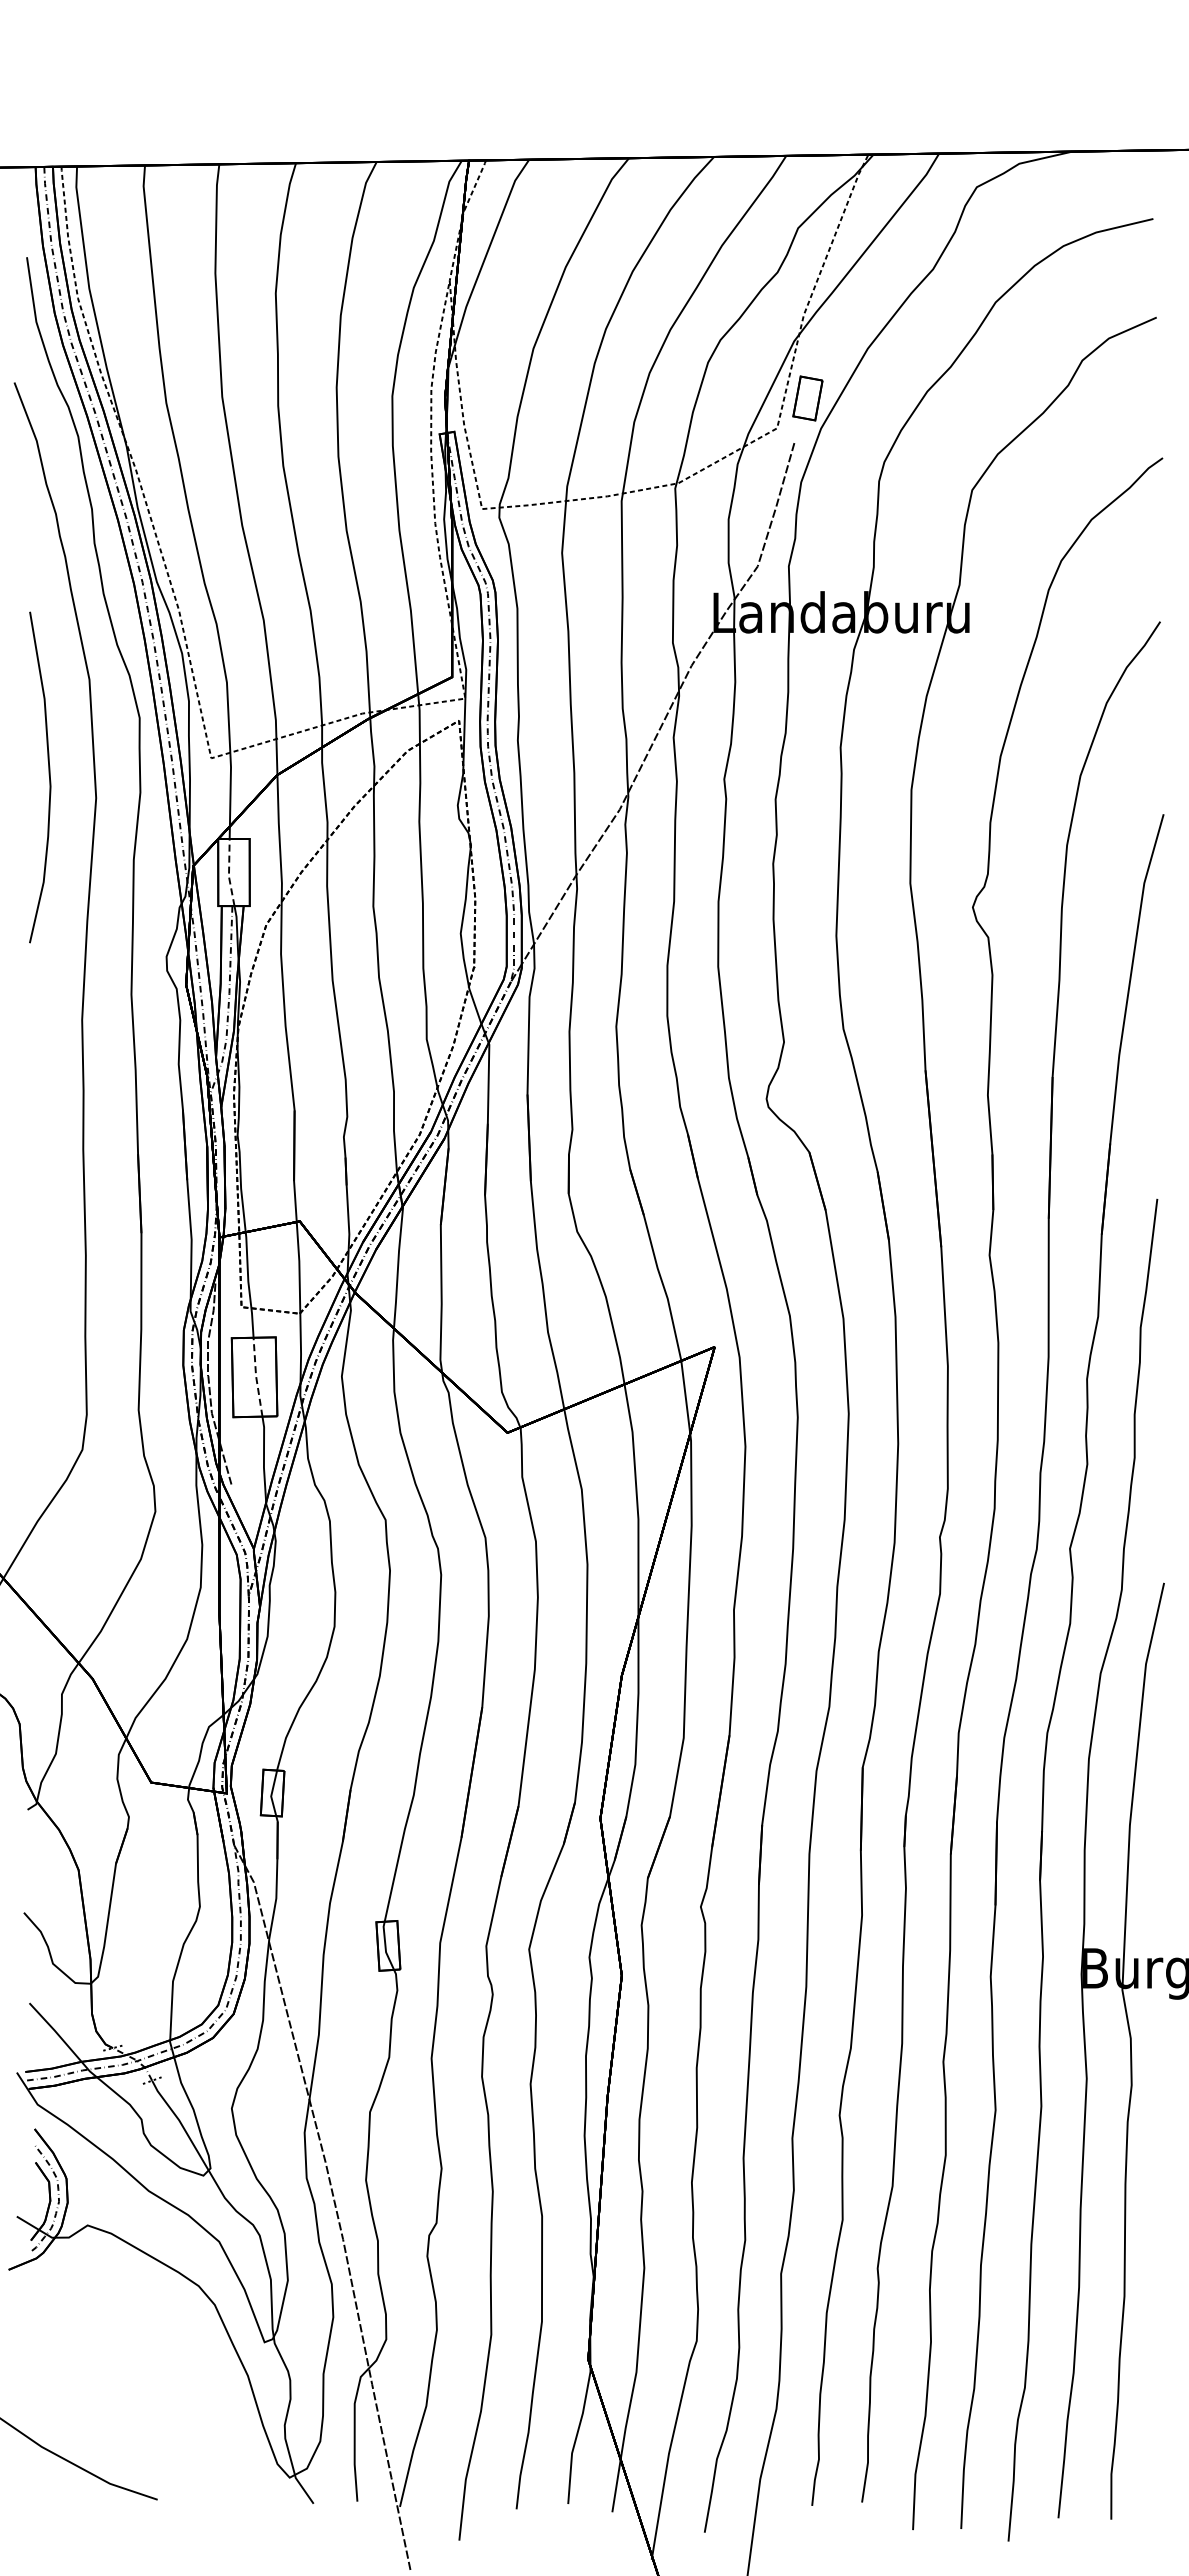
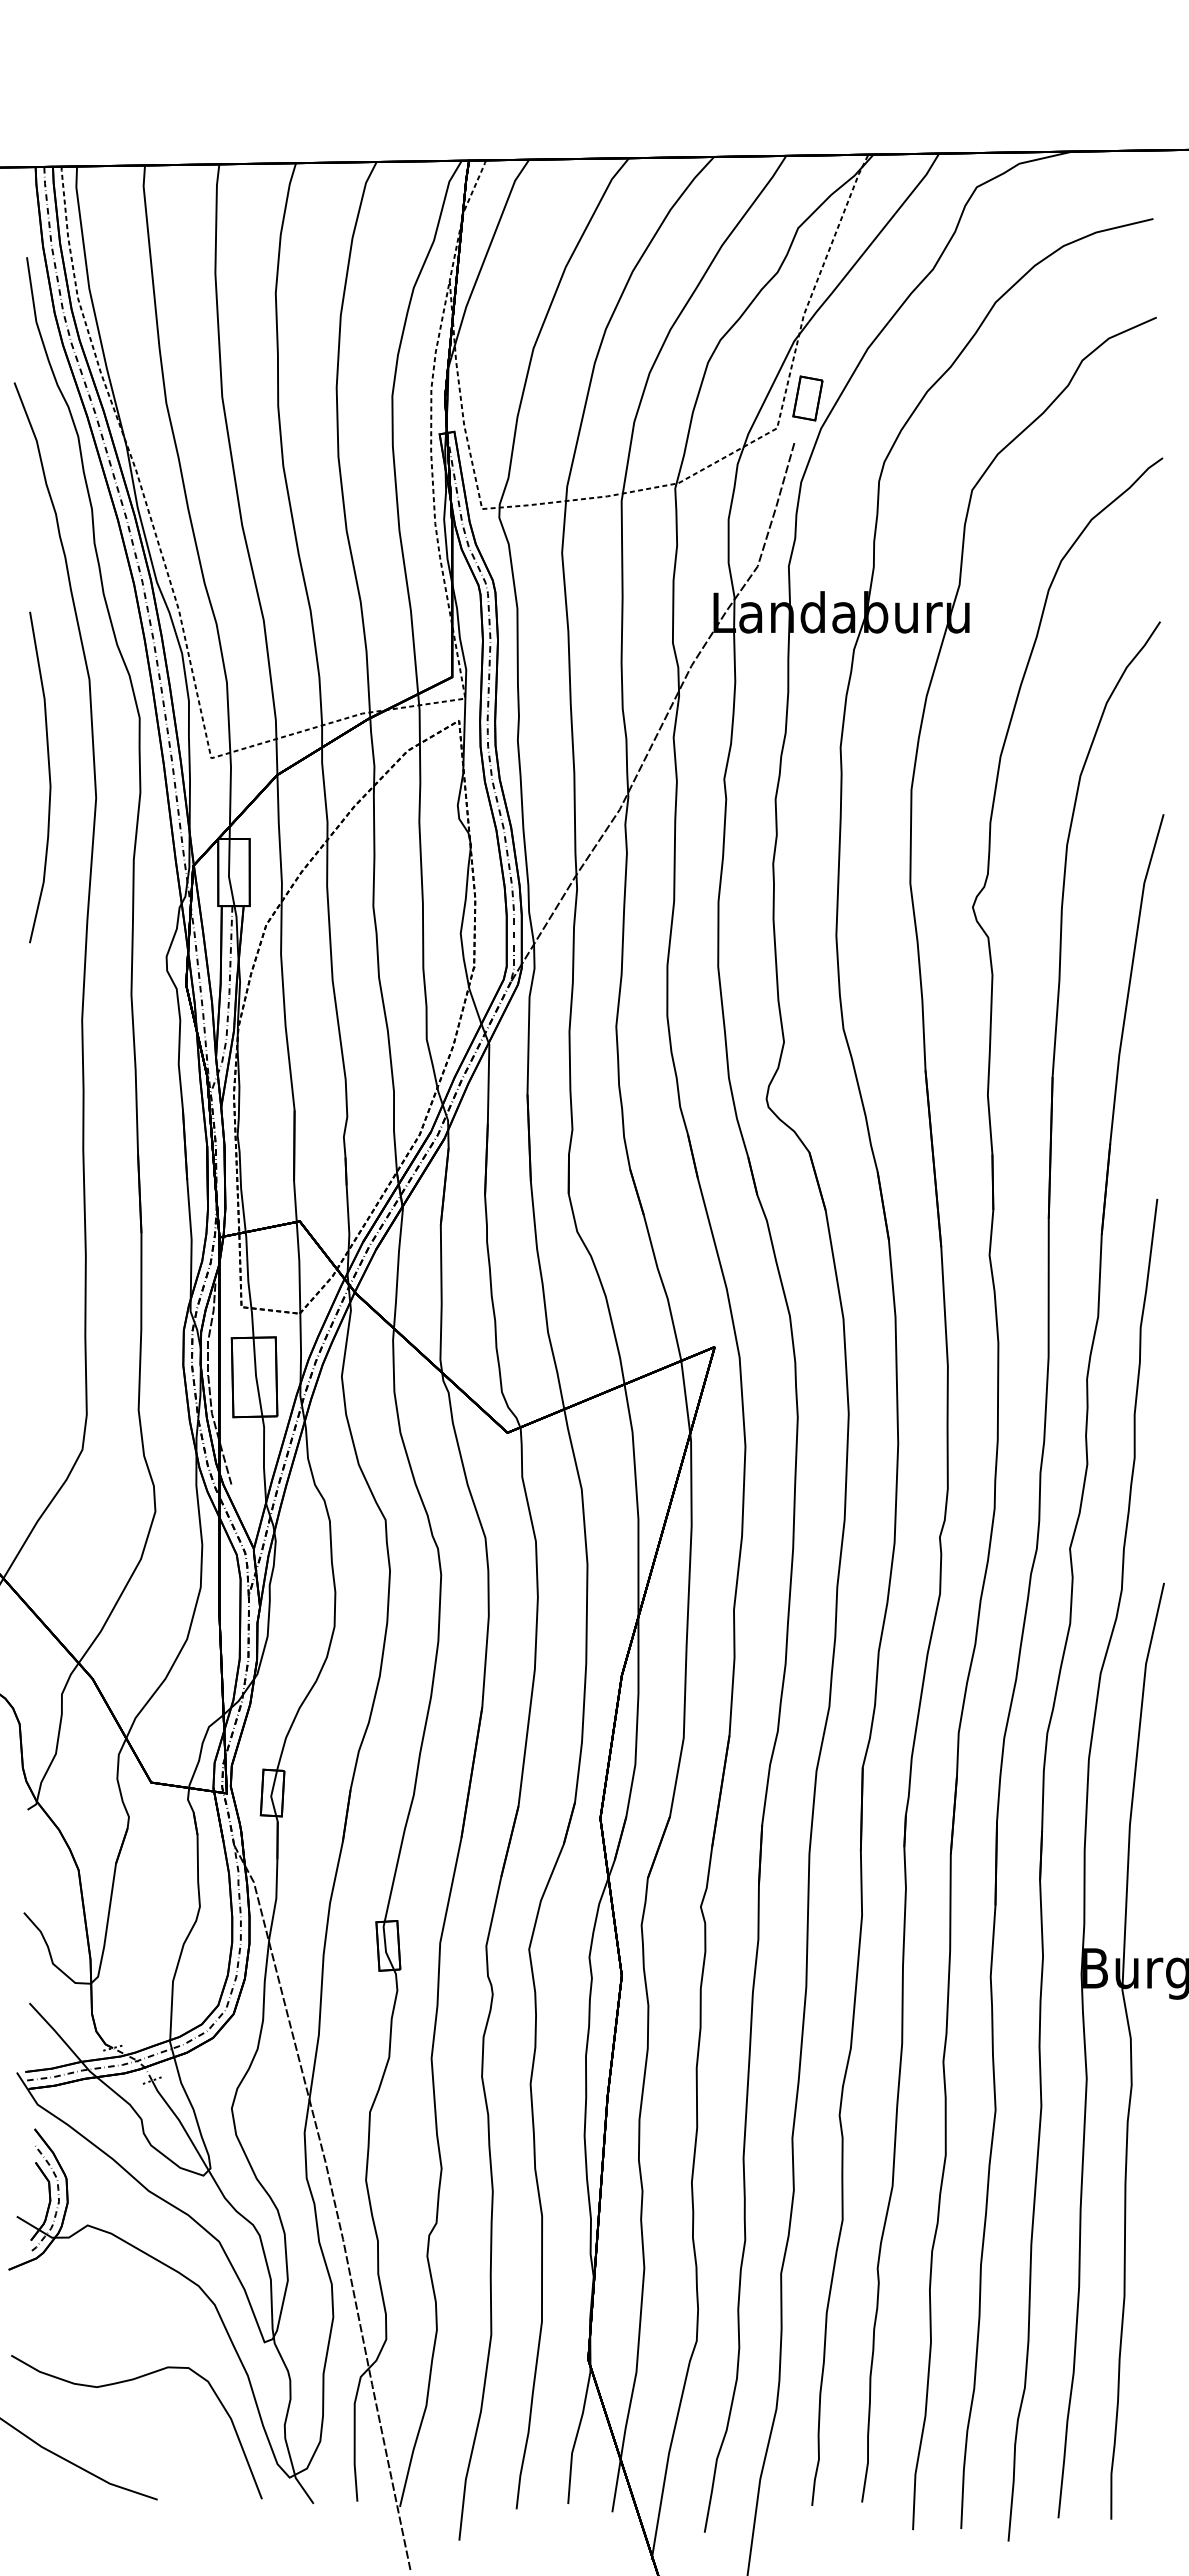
line at (229, 872): dashed -> solid
line at (256, 1376): dashed -> solid
curve at (125, 2382): none -> present
